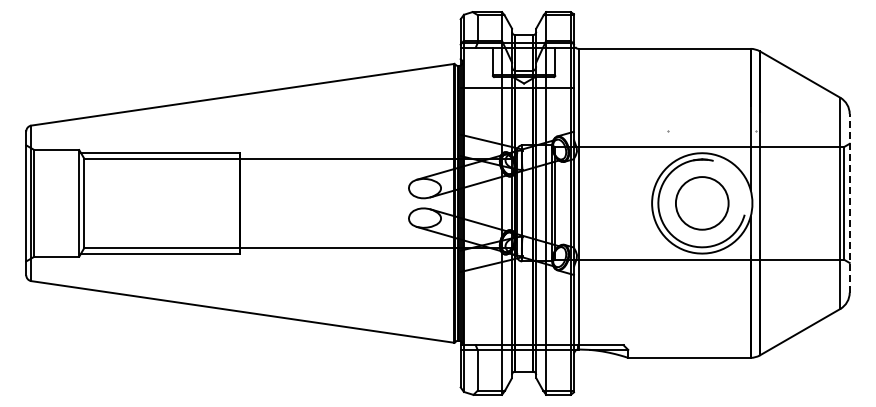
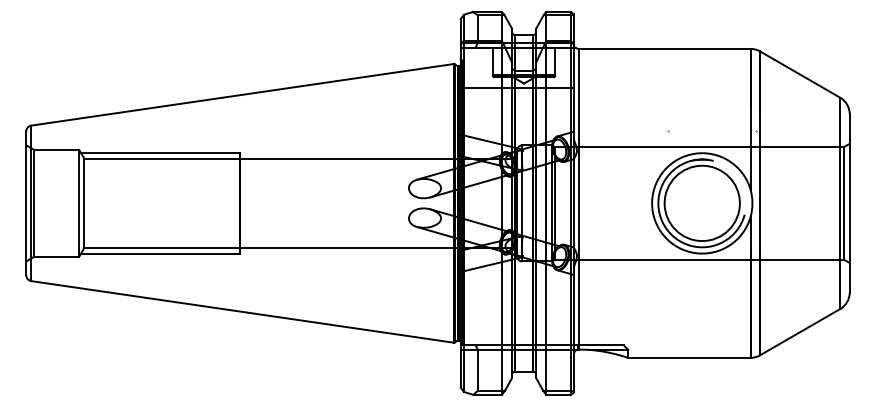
line at (849, 202): dashed -> solid
circle at (701, 203) diameter: 53 px -> 75 px
